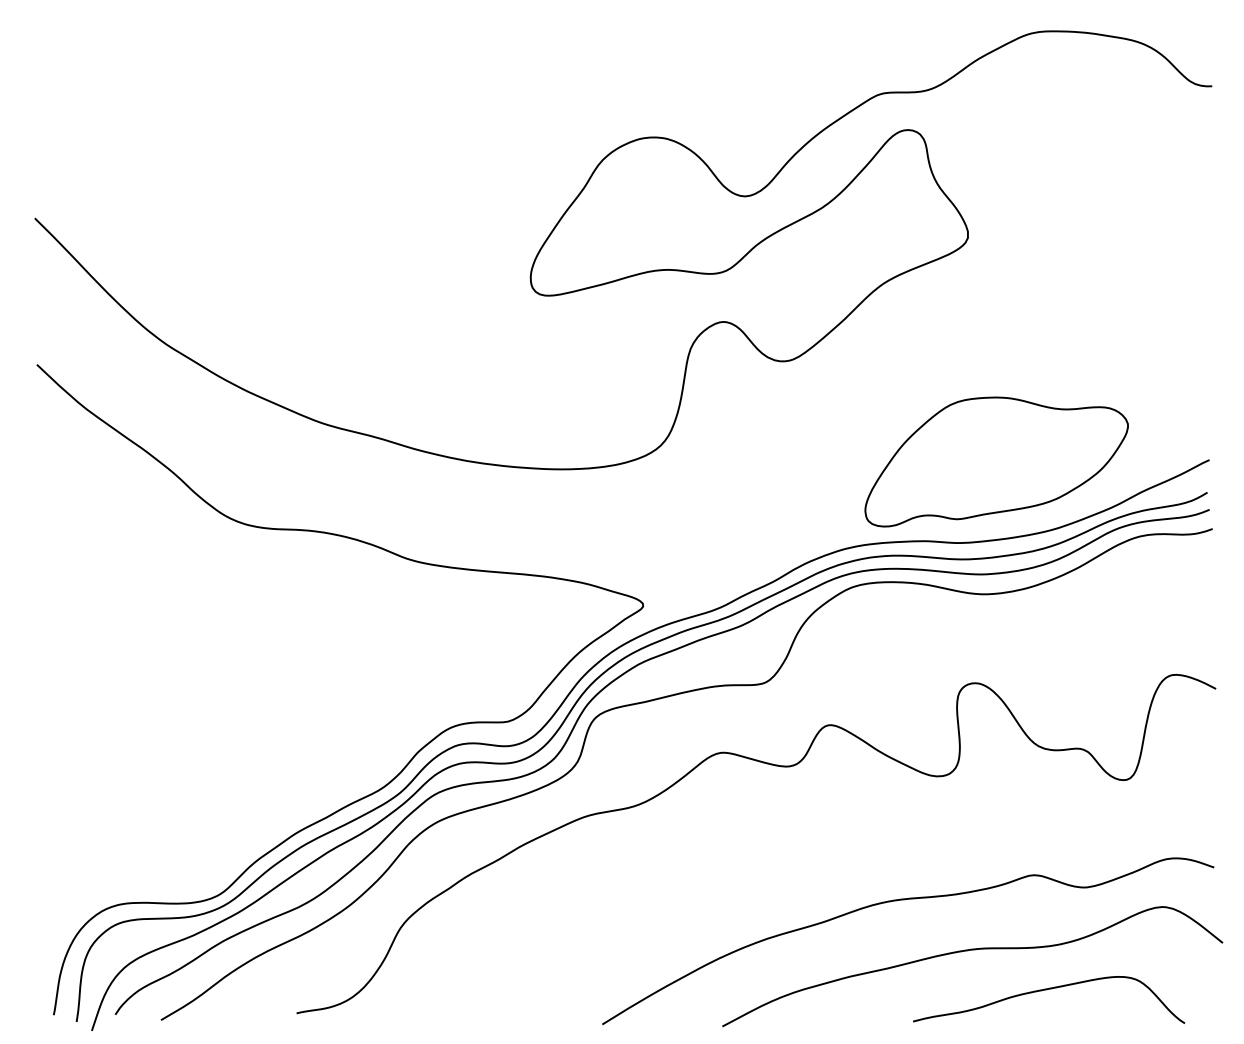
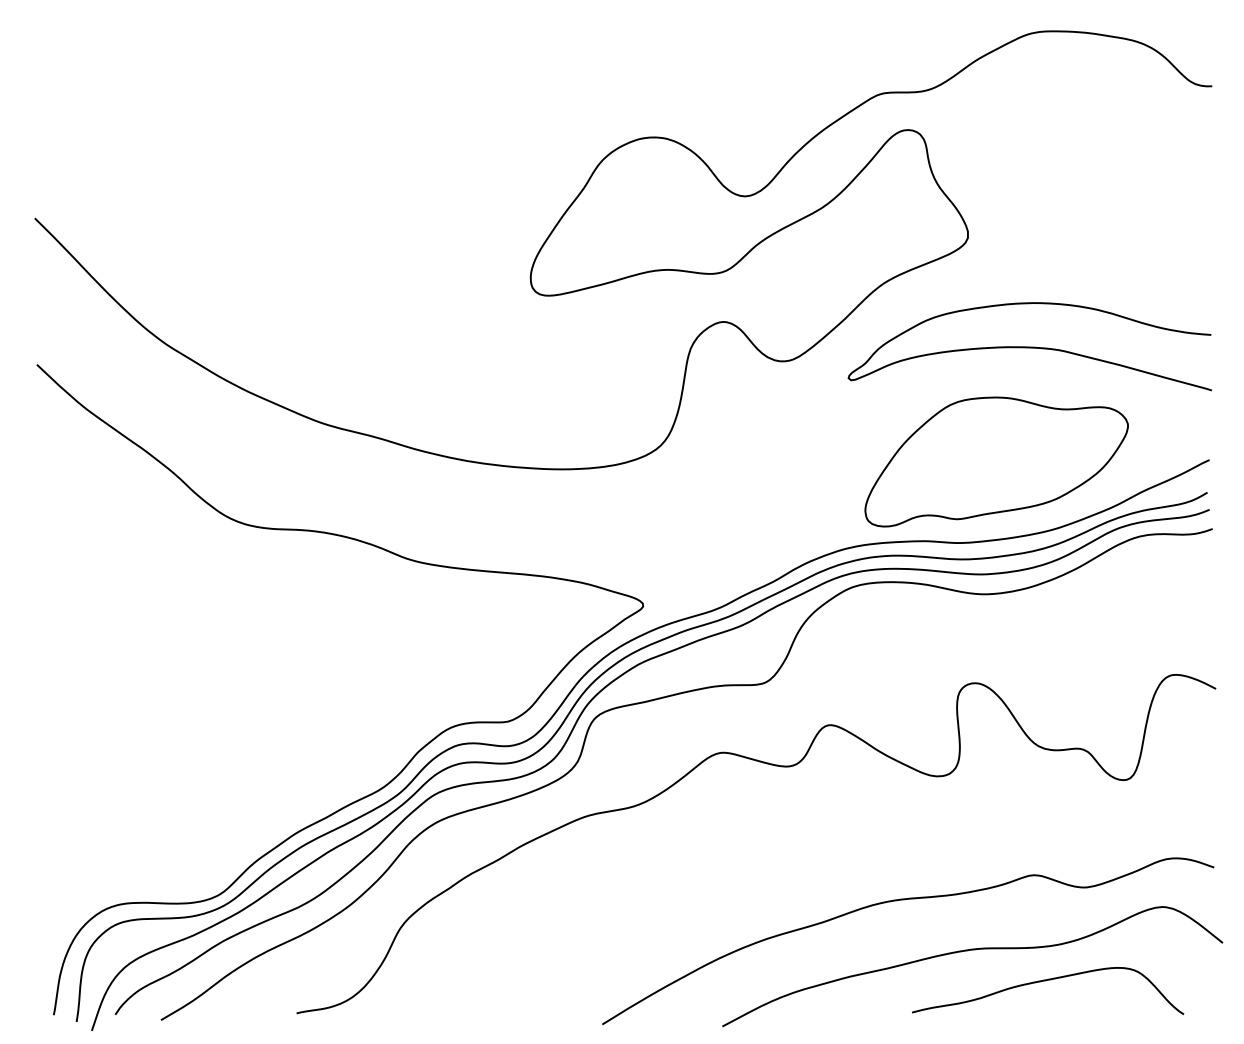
curve at (1029, 346): none -> present
curve at (1046, 990) position: (1046, 990) -> (1045, 981)
